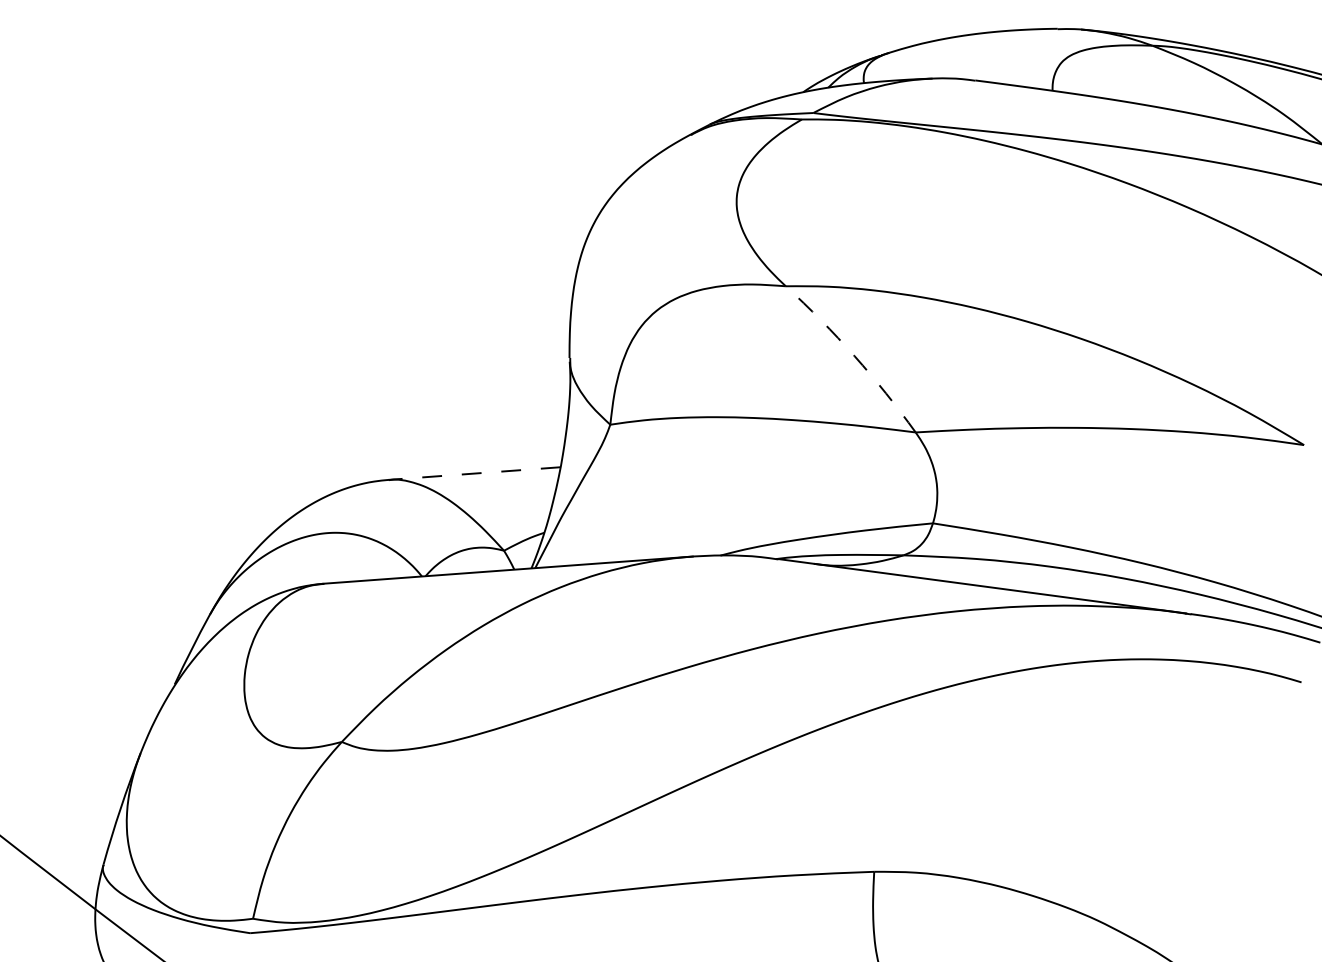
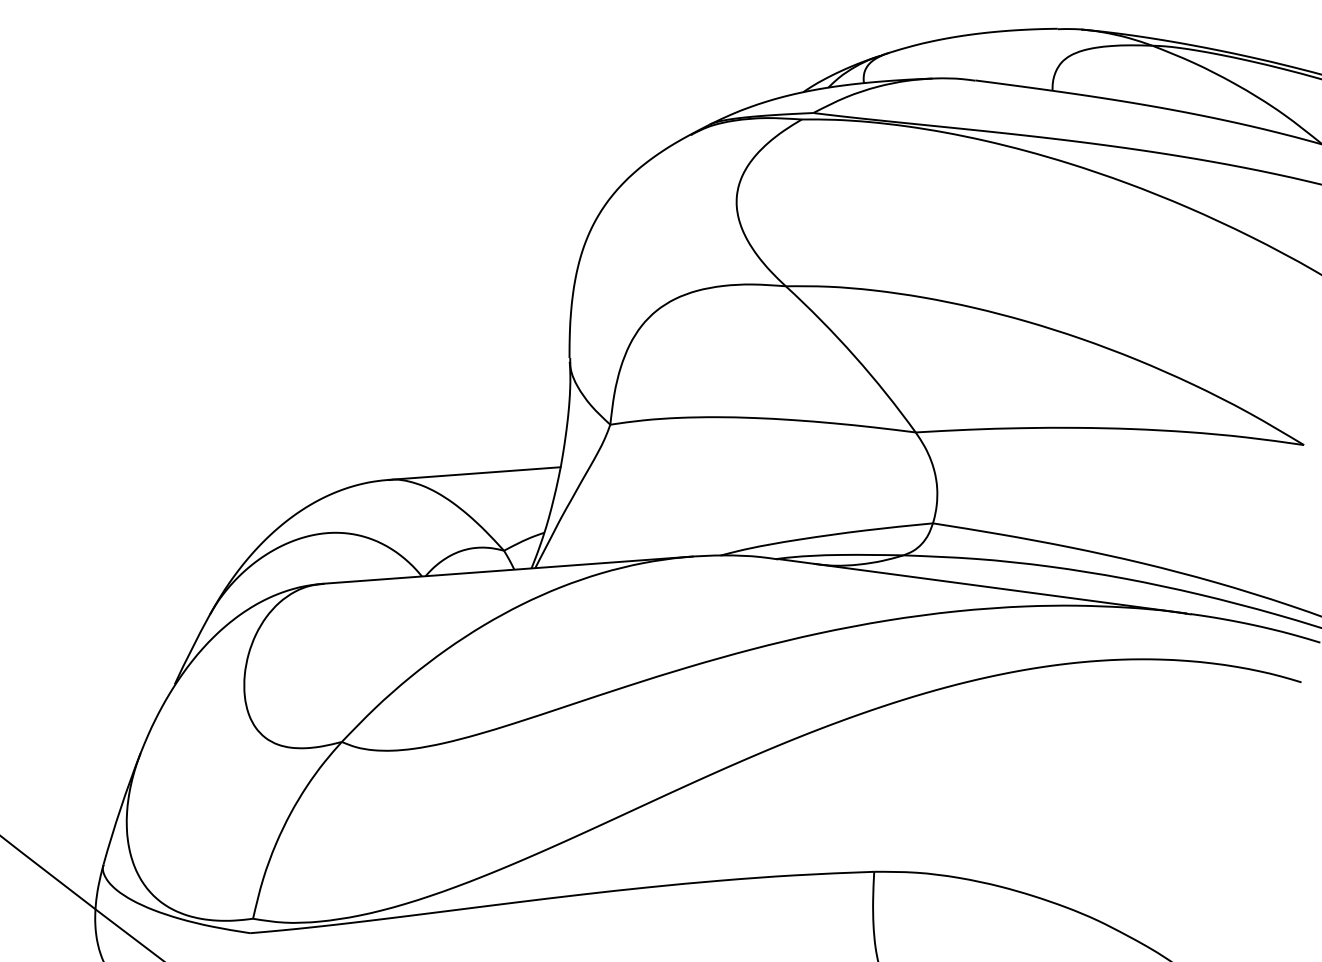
arc at (854, 356): dashed -> solid
line at (474, 473): dashed -> solid
